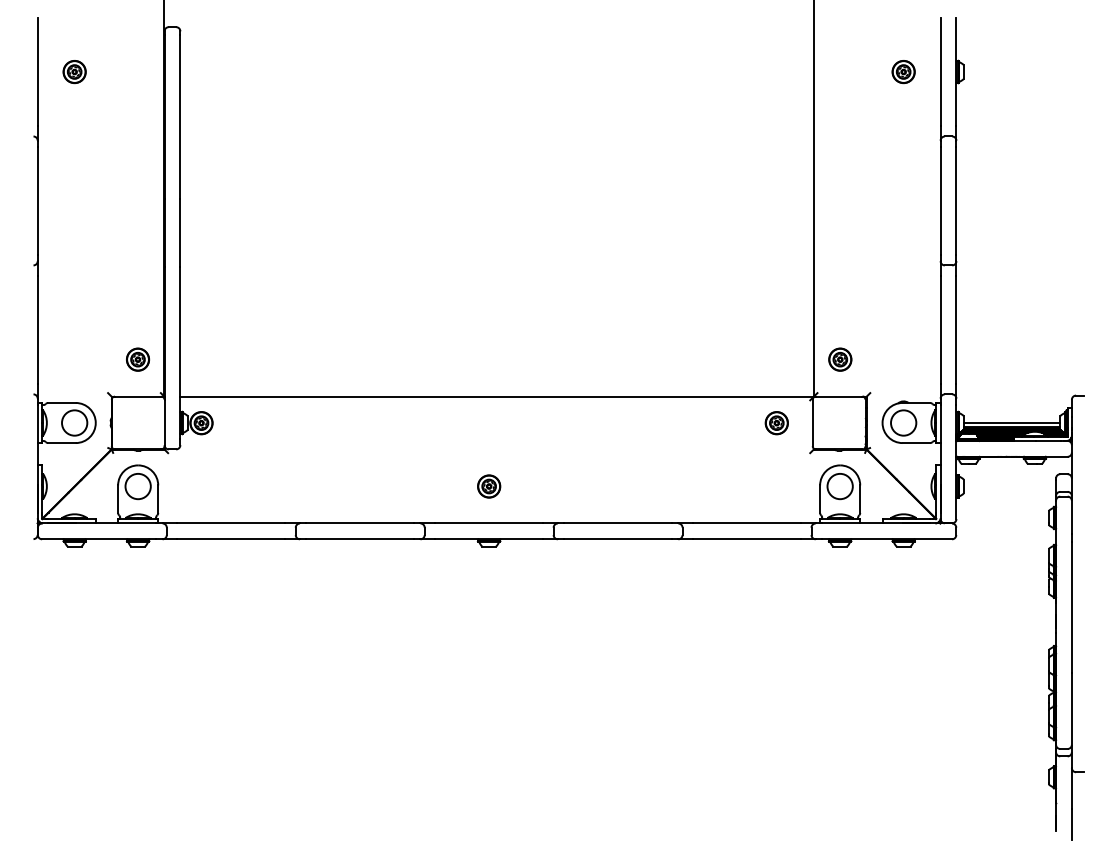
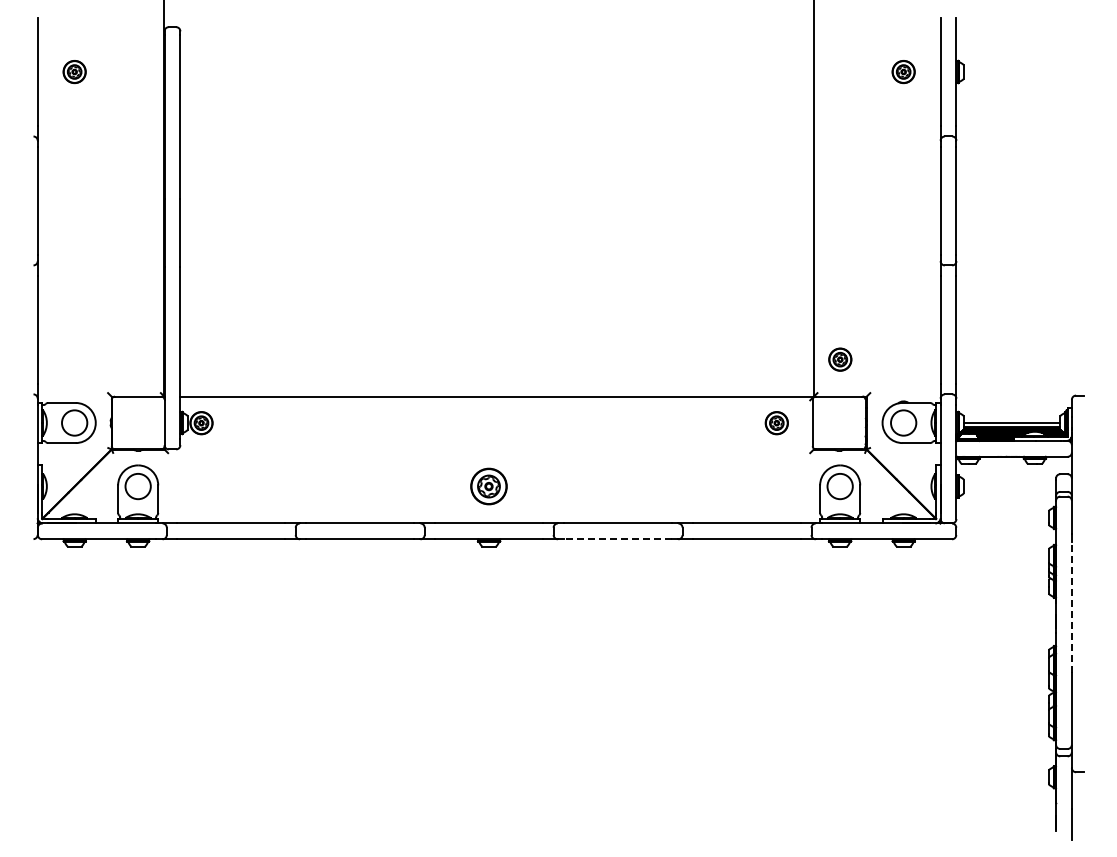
part at (137, 359): present -> none
part at (489, 486) size: 25x25 px -> 38x39 px
line at (618, 539): solid -> dashed
line at (1071, 607): solid -> dashed
